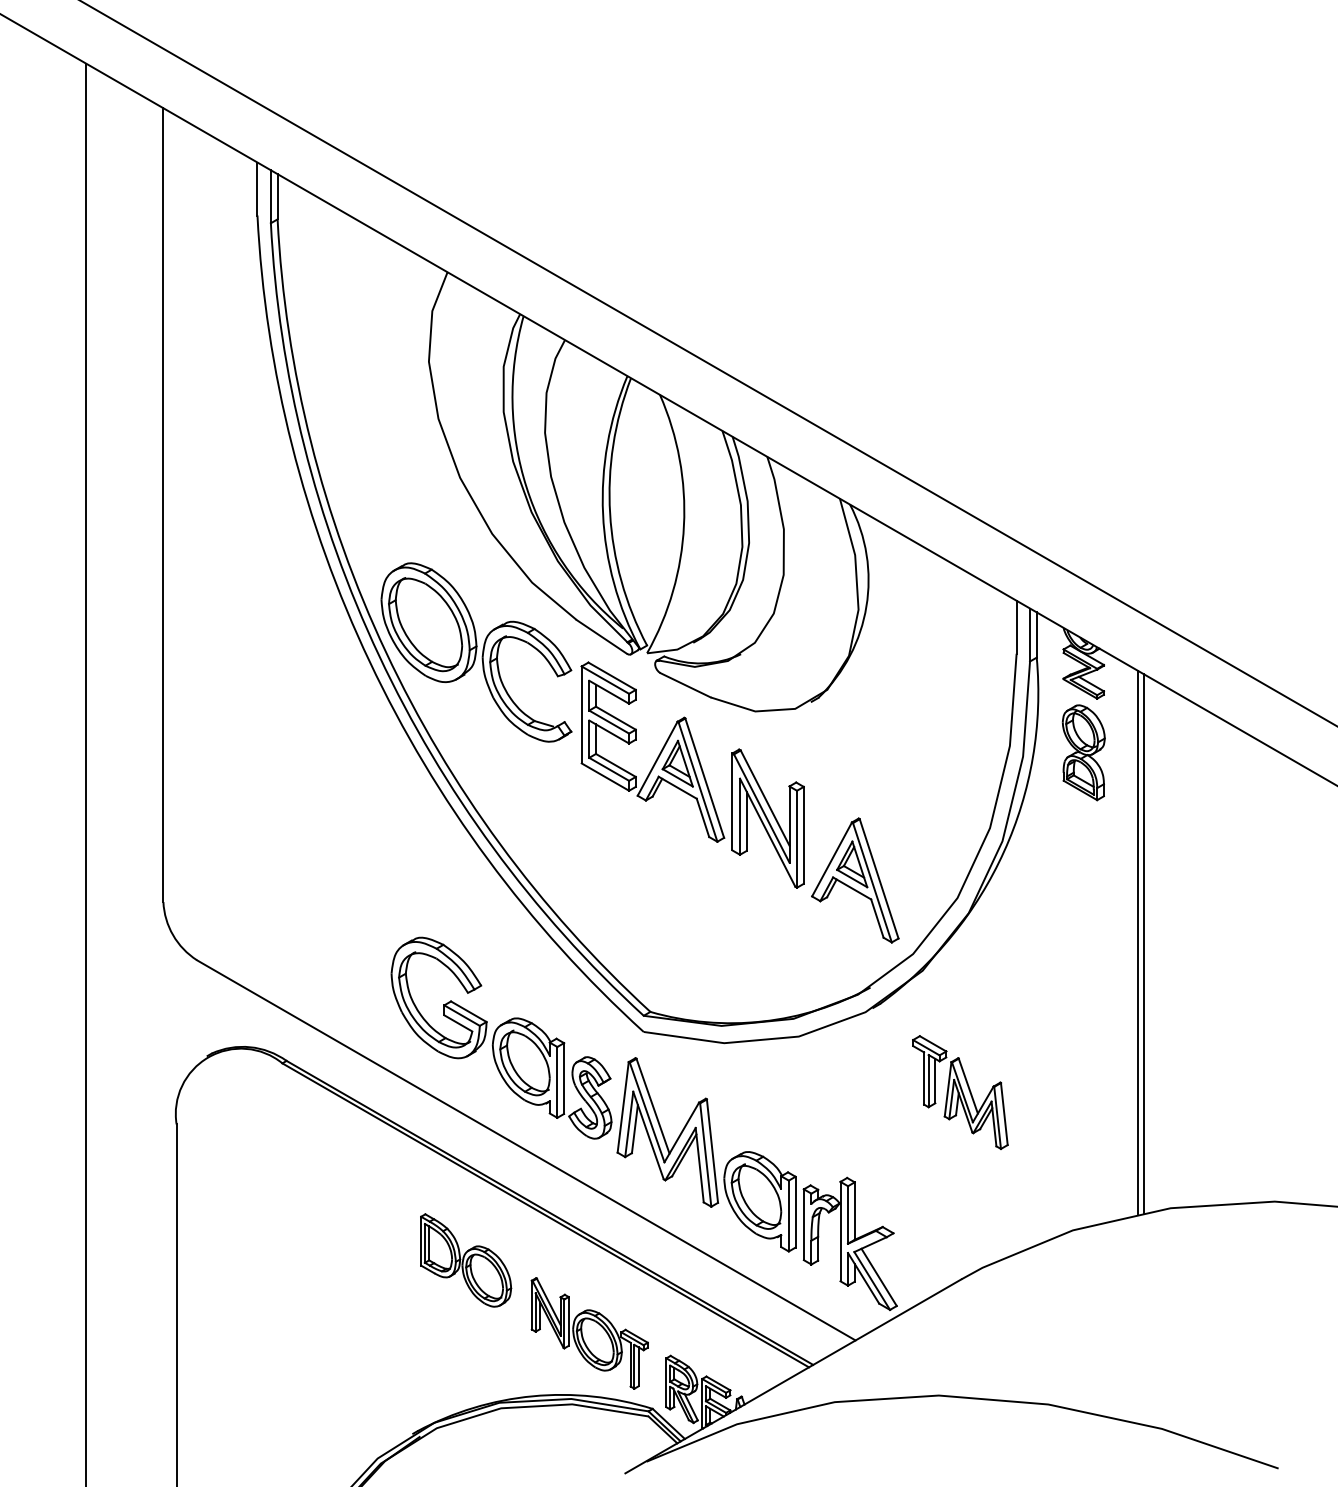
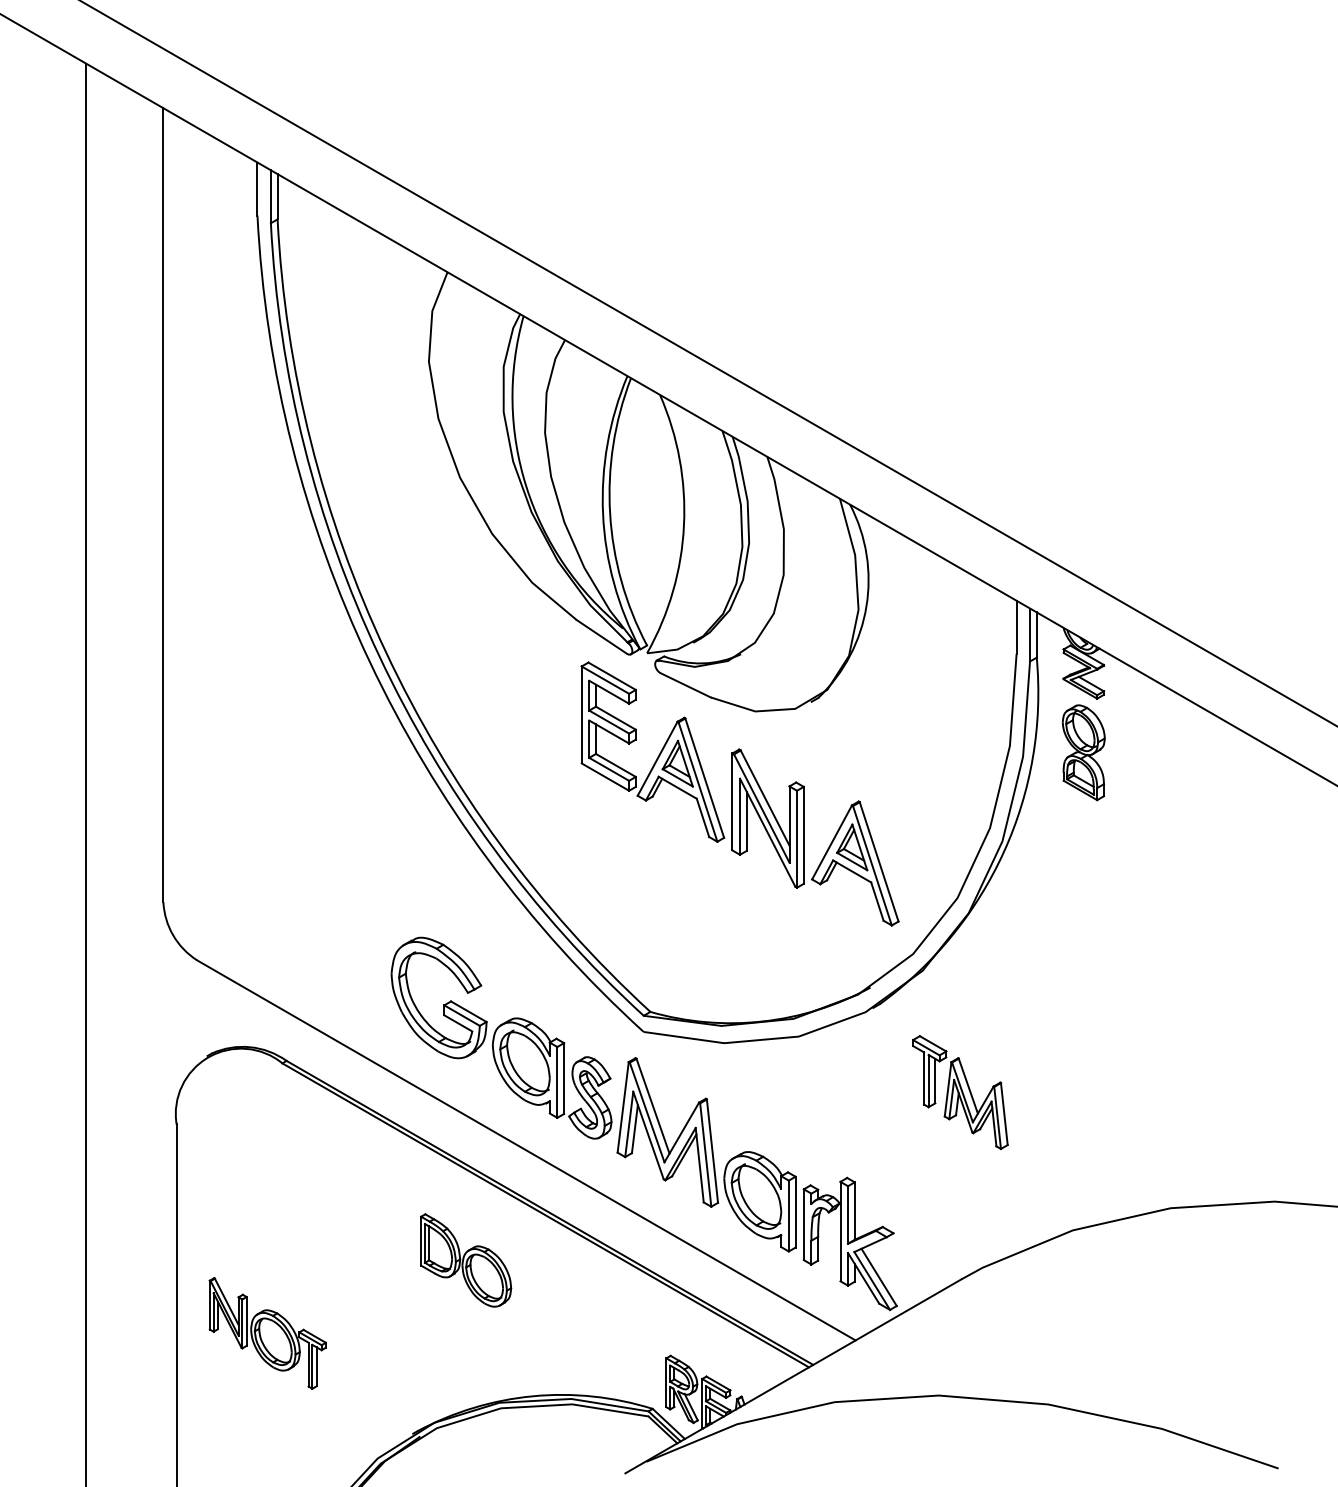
part at (476, 652): present -> none
part at (855, 880) position: (855, 880) -> (855, 863)
line at (1137, 941): present -> none
line at (1144, 943): present -> none
part at (589, 1333) position: (589, 1333) -> (267, 1333)
